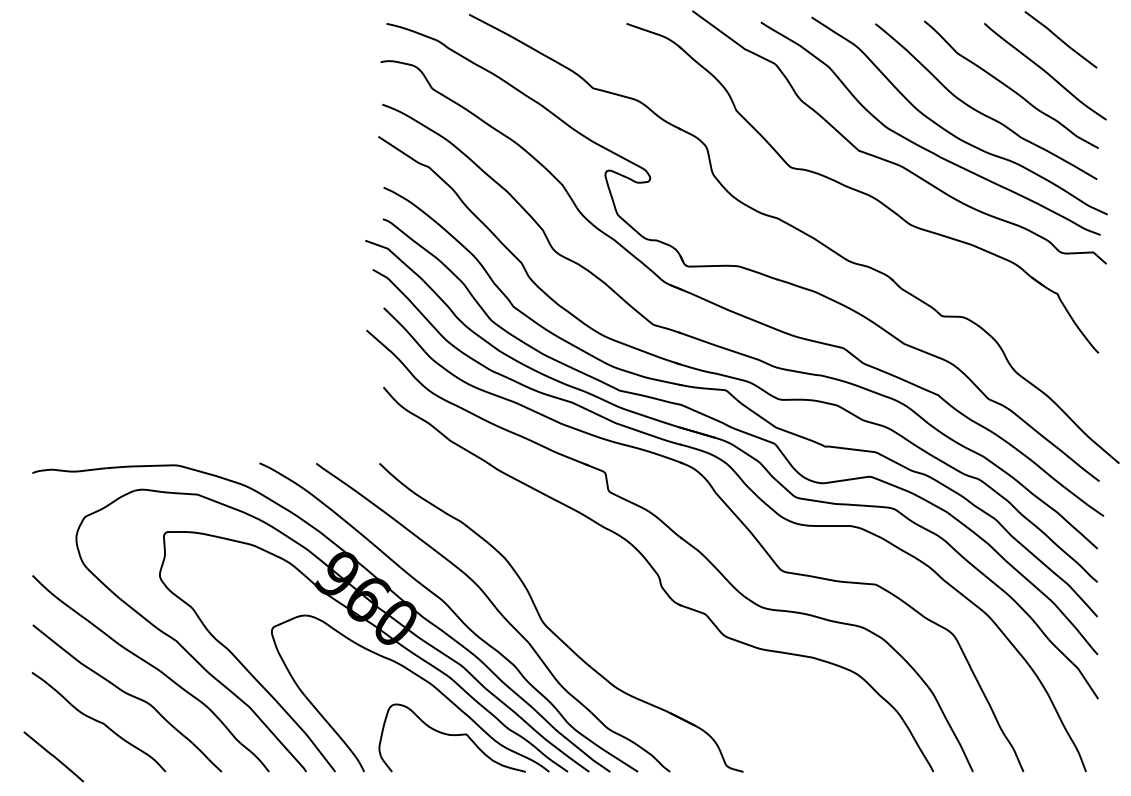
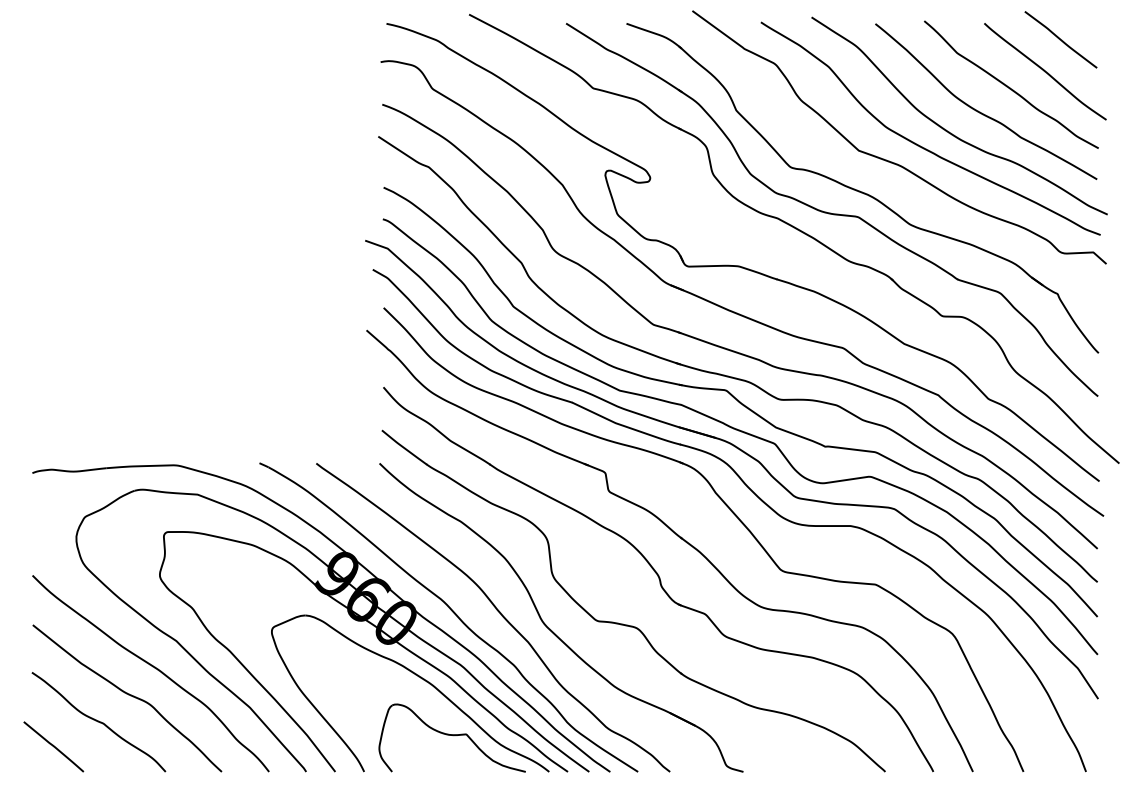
part at (831, 209): none -> present
part at (627, 624): none -> present
line at (53, 756) position: (53, 756) -> (53, 746)
